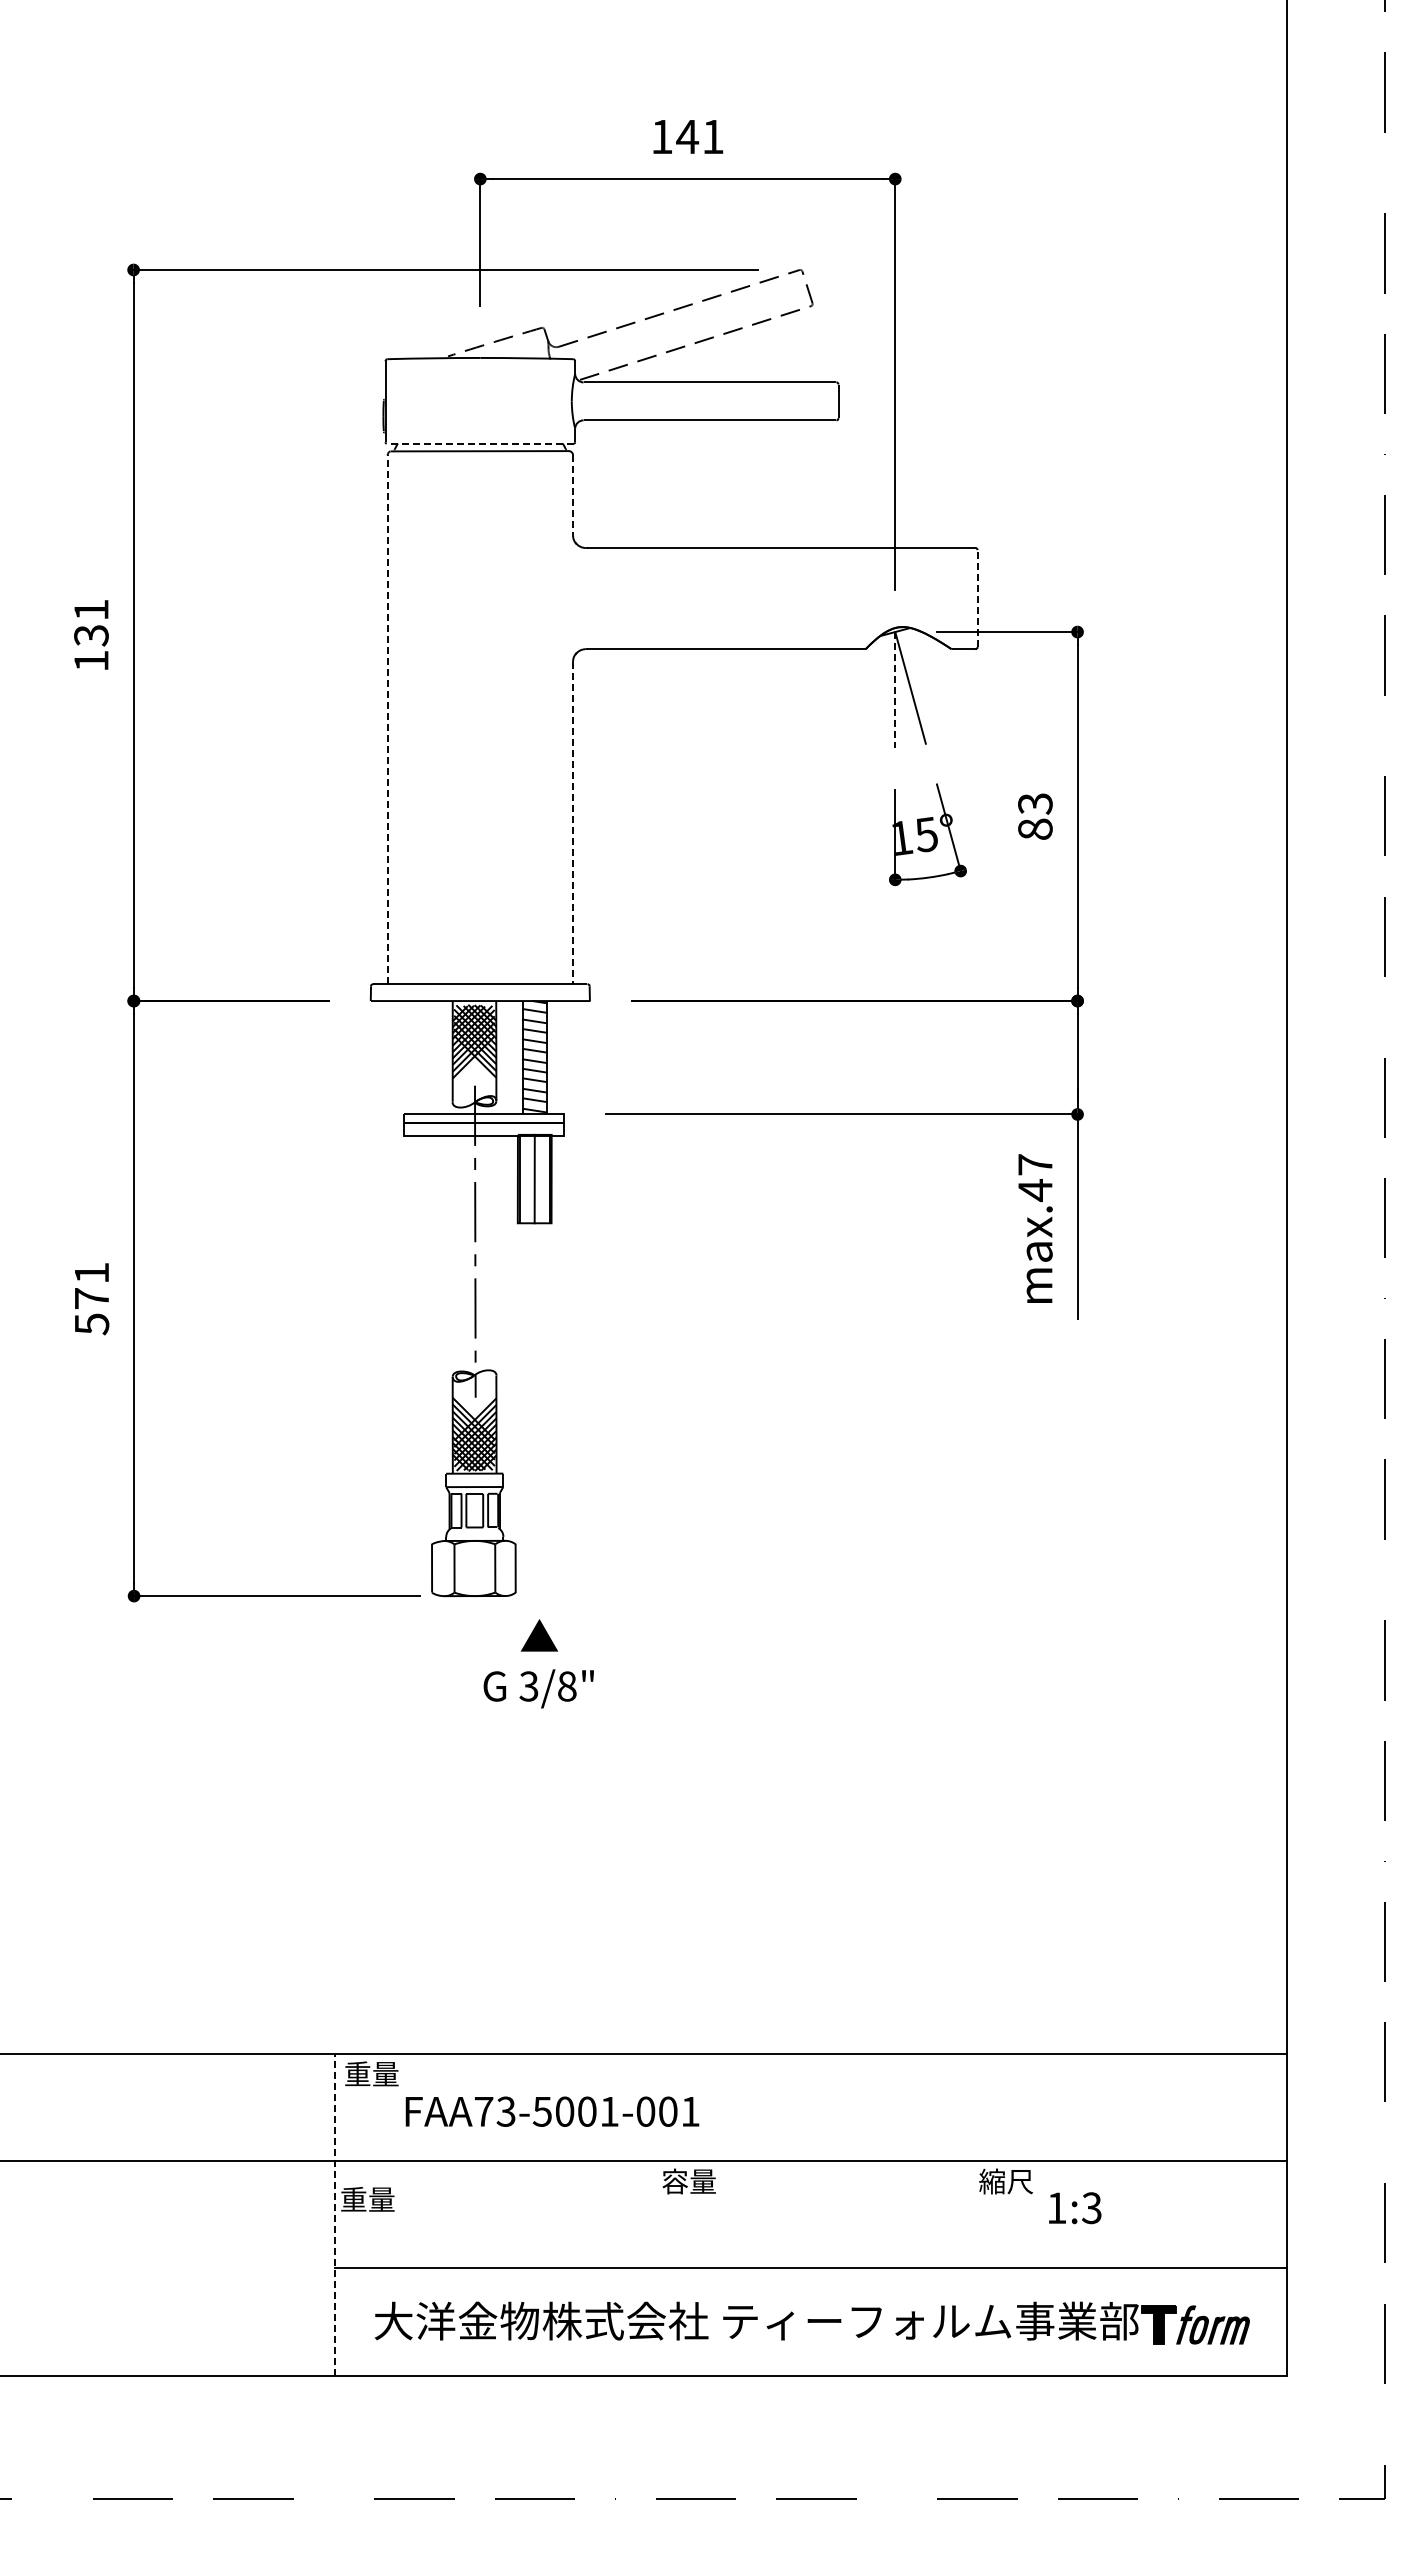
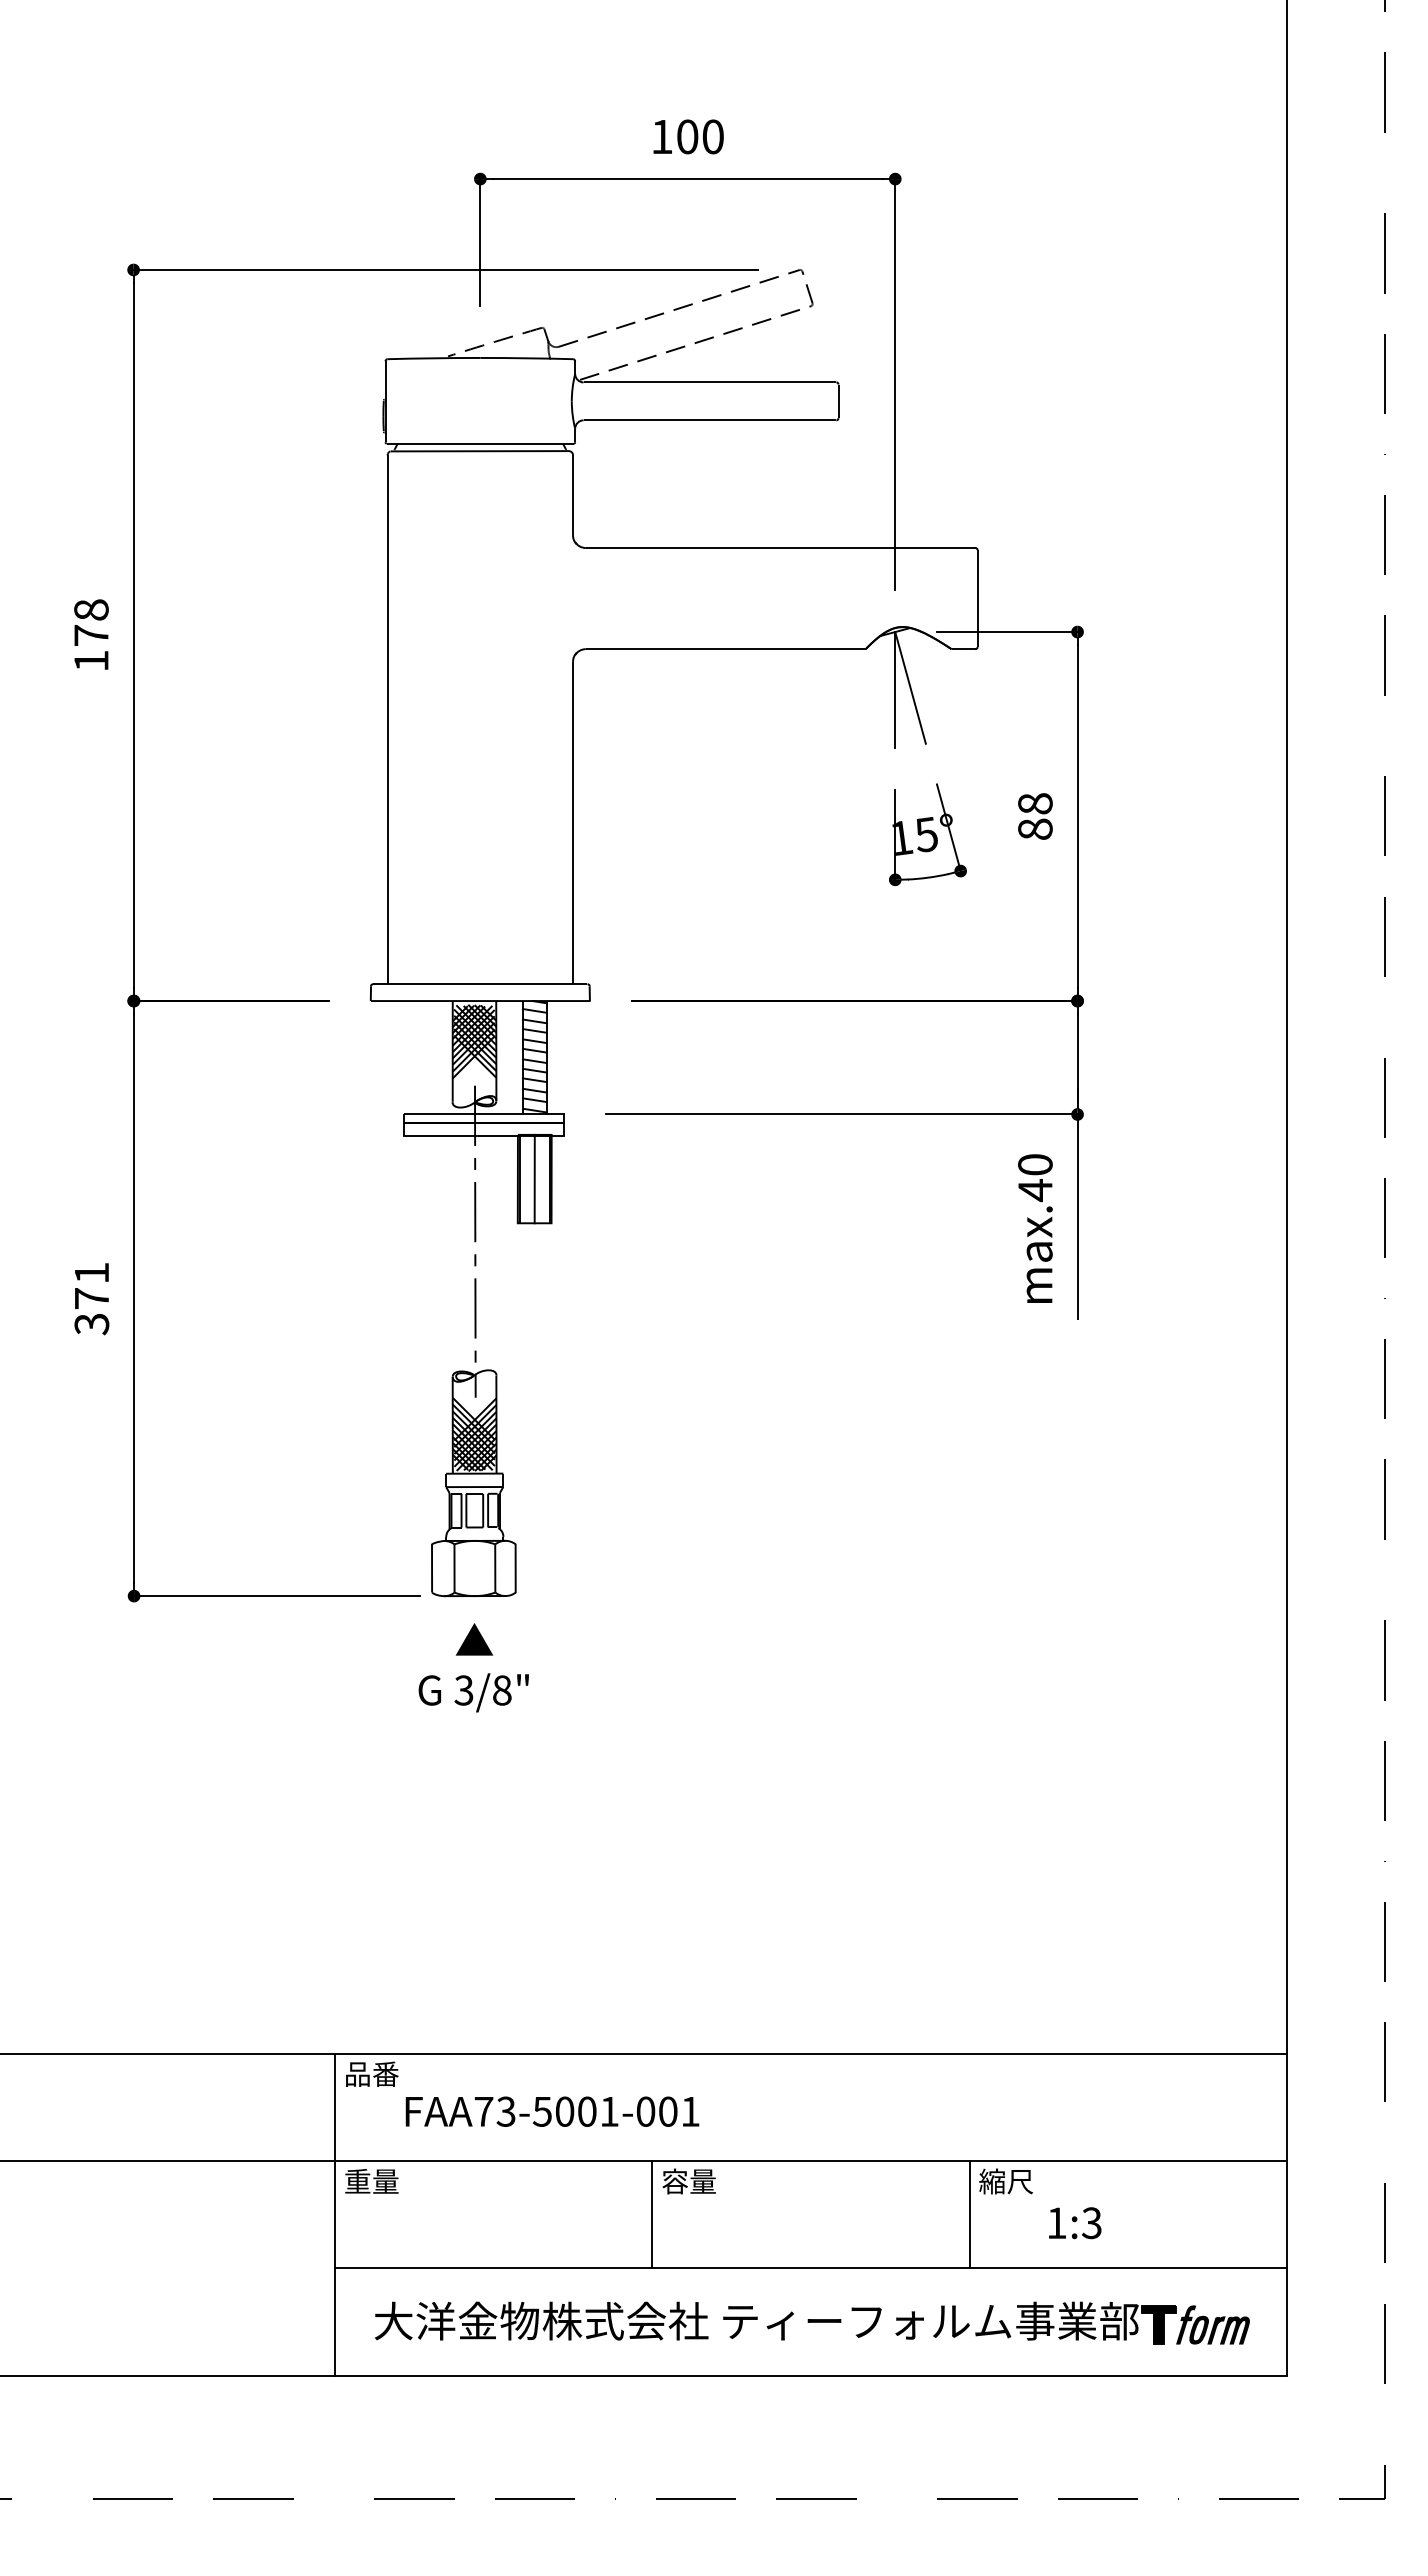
text at (699, 136): 141 -> 100
line at (480, 443): dashed -> solid
line at (573, 495): dashed -> solid
line at (977, 597): dashed -> solid
text at (91, 622): 131 -> 178
line at (895, 690): dashed -> solid
line at (387, 719): dashed -> solid
text at (1035, 803): 83 -> 88
line at (573, 823): dashed -> solid
text at (1035, 1164): max.47 -> max.40
text at (91, 1324): 571 -> 371
text at (538, 1663) position: (538, 1663) -> (473, 1667)
text at (371, 2073): 重量 -> 品番
text at (367, 2199) position: (367, 2199) -> (371, 2181)
text at (1075, 2208) position: (1075, 2208) -> (1075, 2223)
line at (334, 2214): dashed -> solid
line at (652, 2214): none -> present
line at (969, 2214): none -> present
